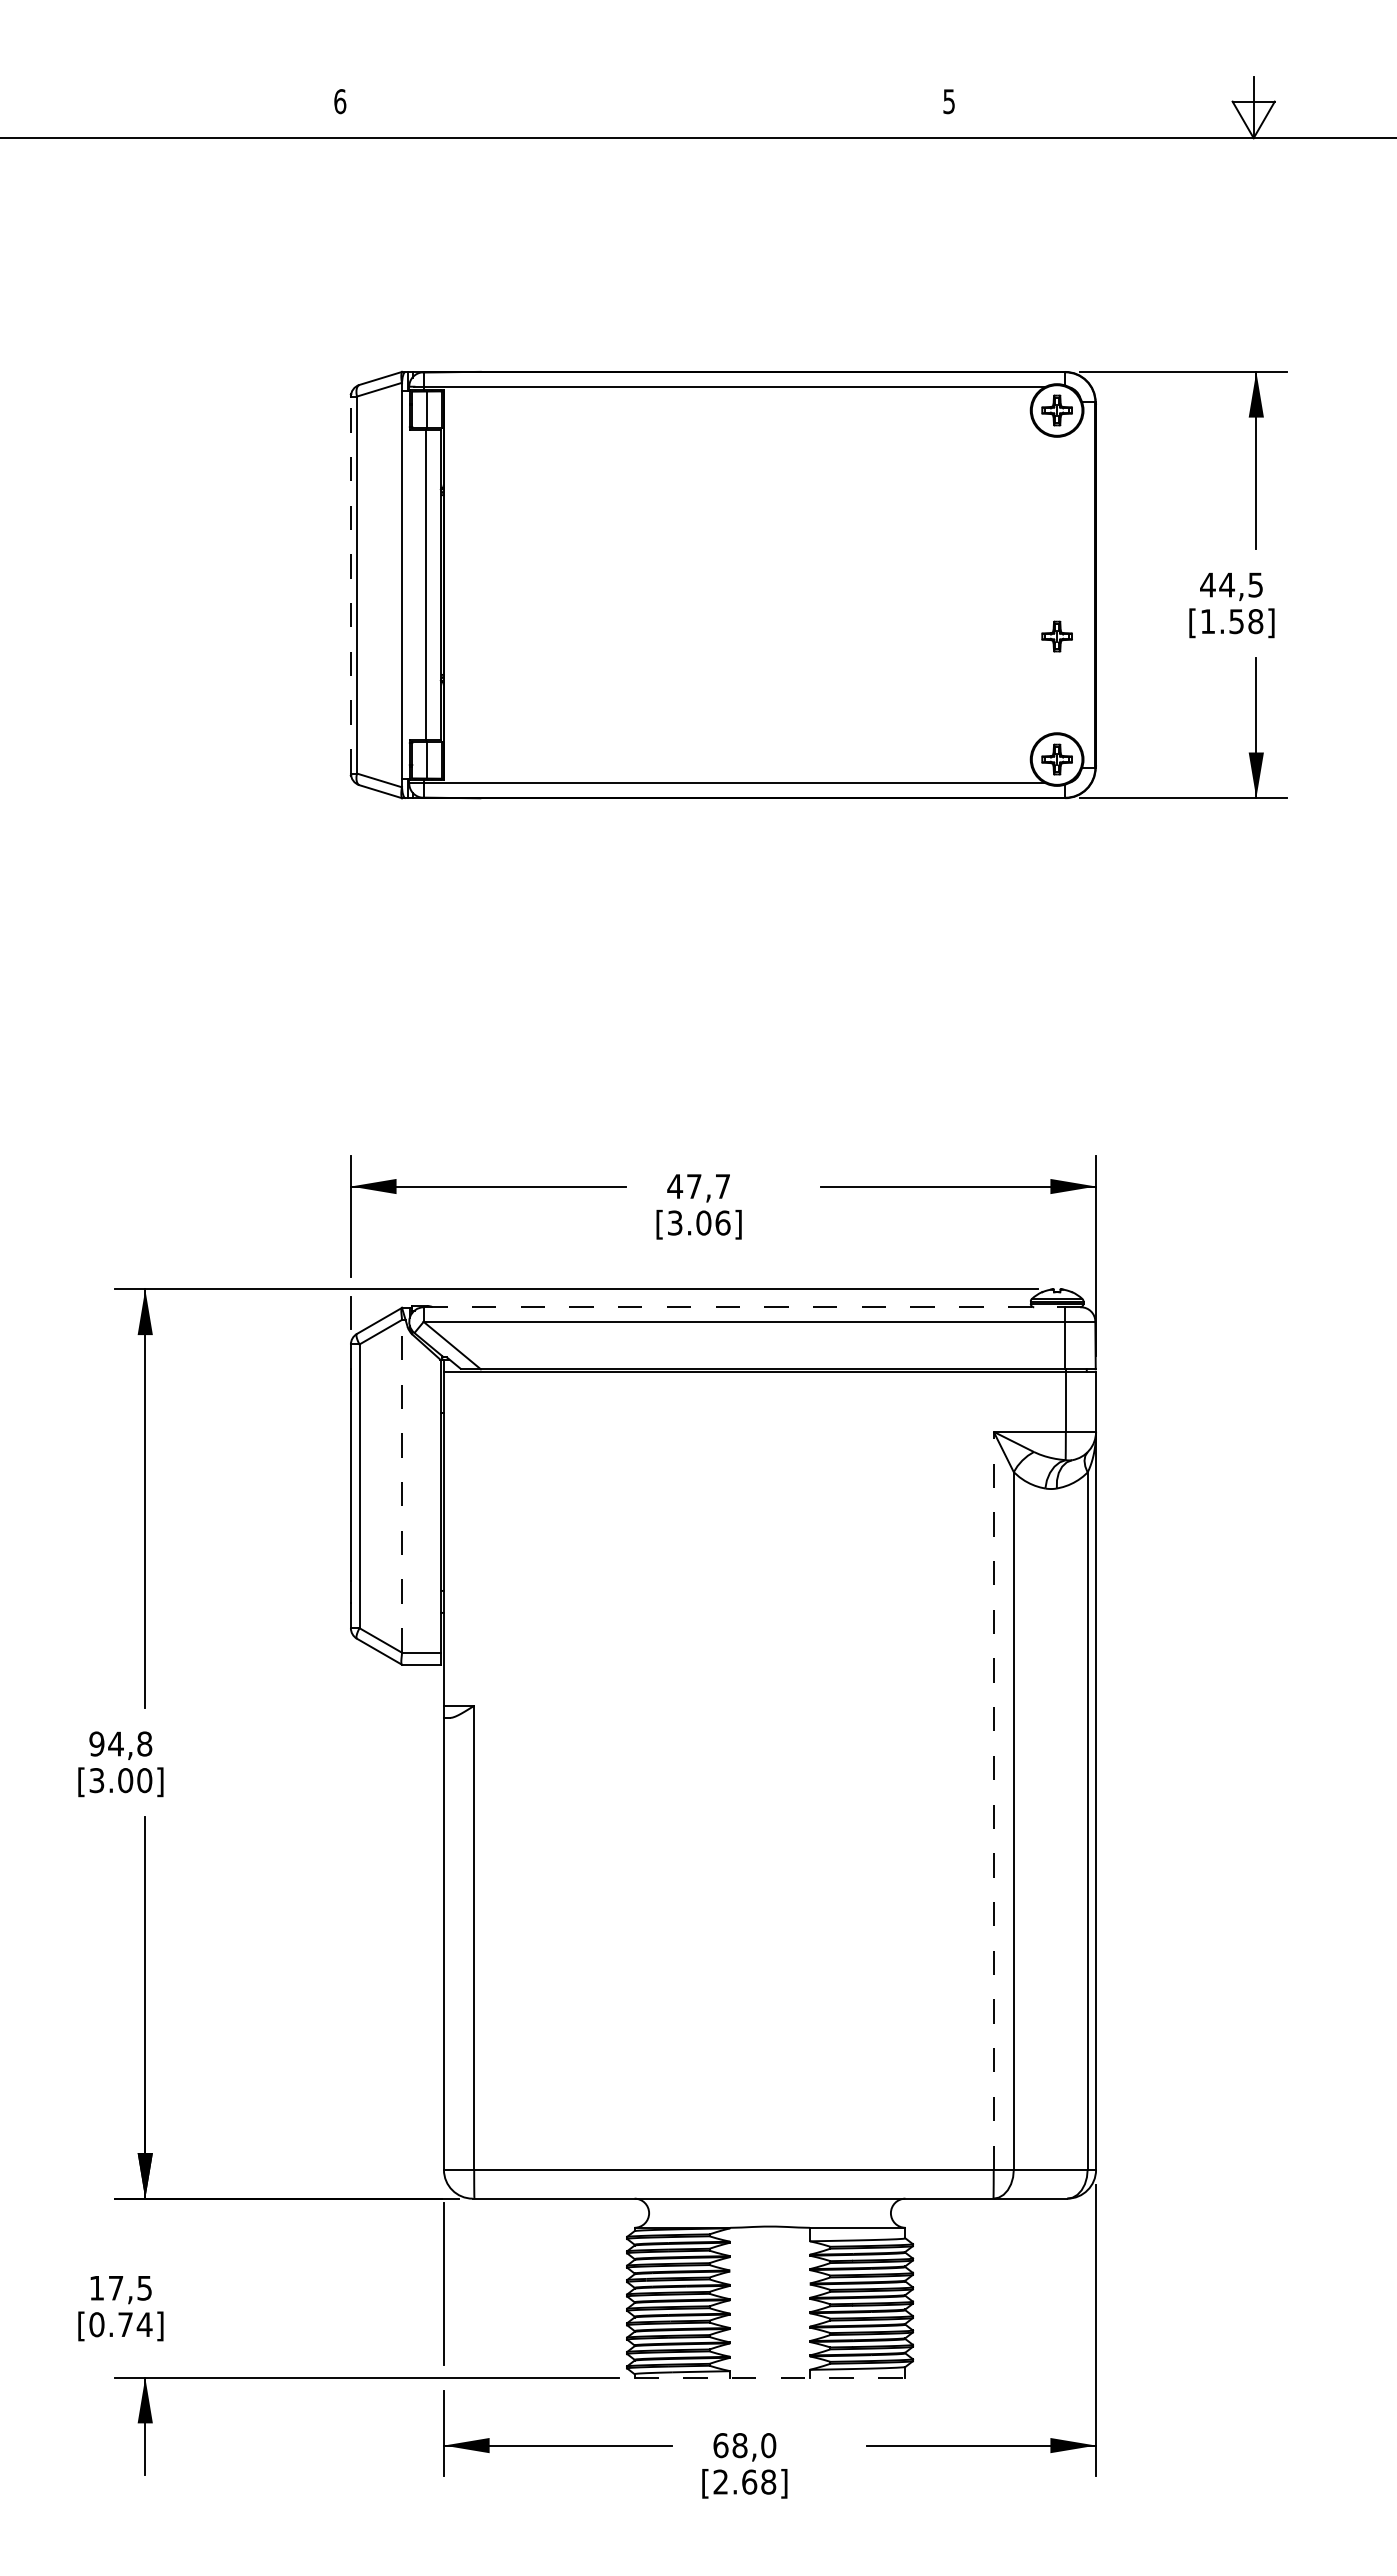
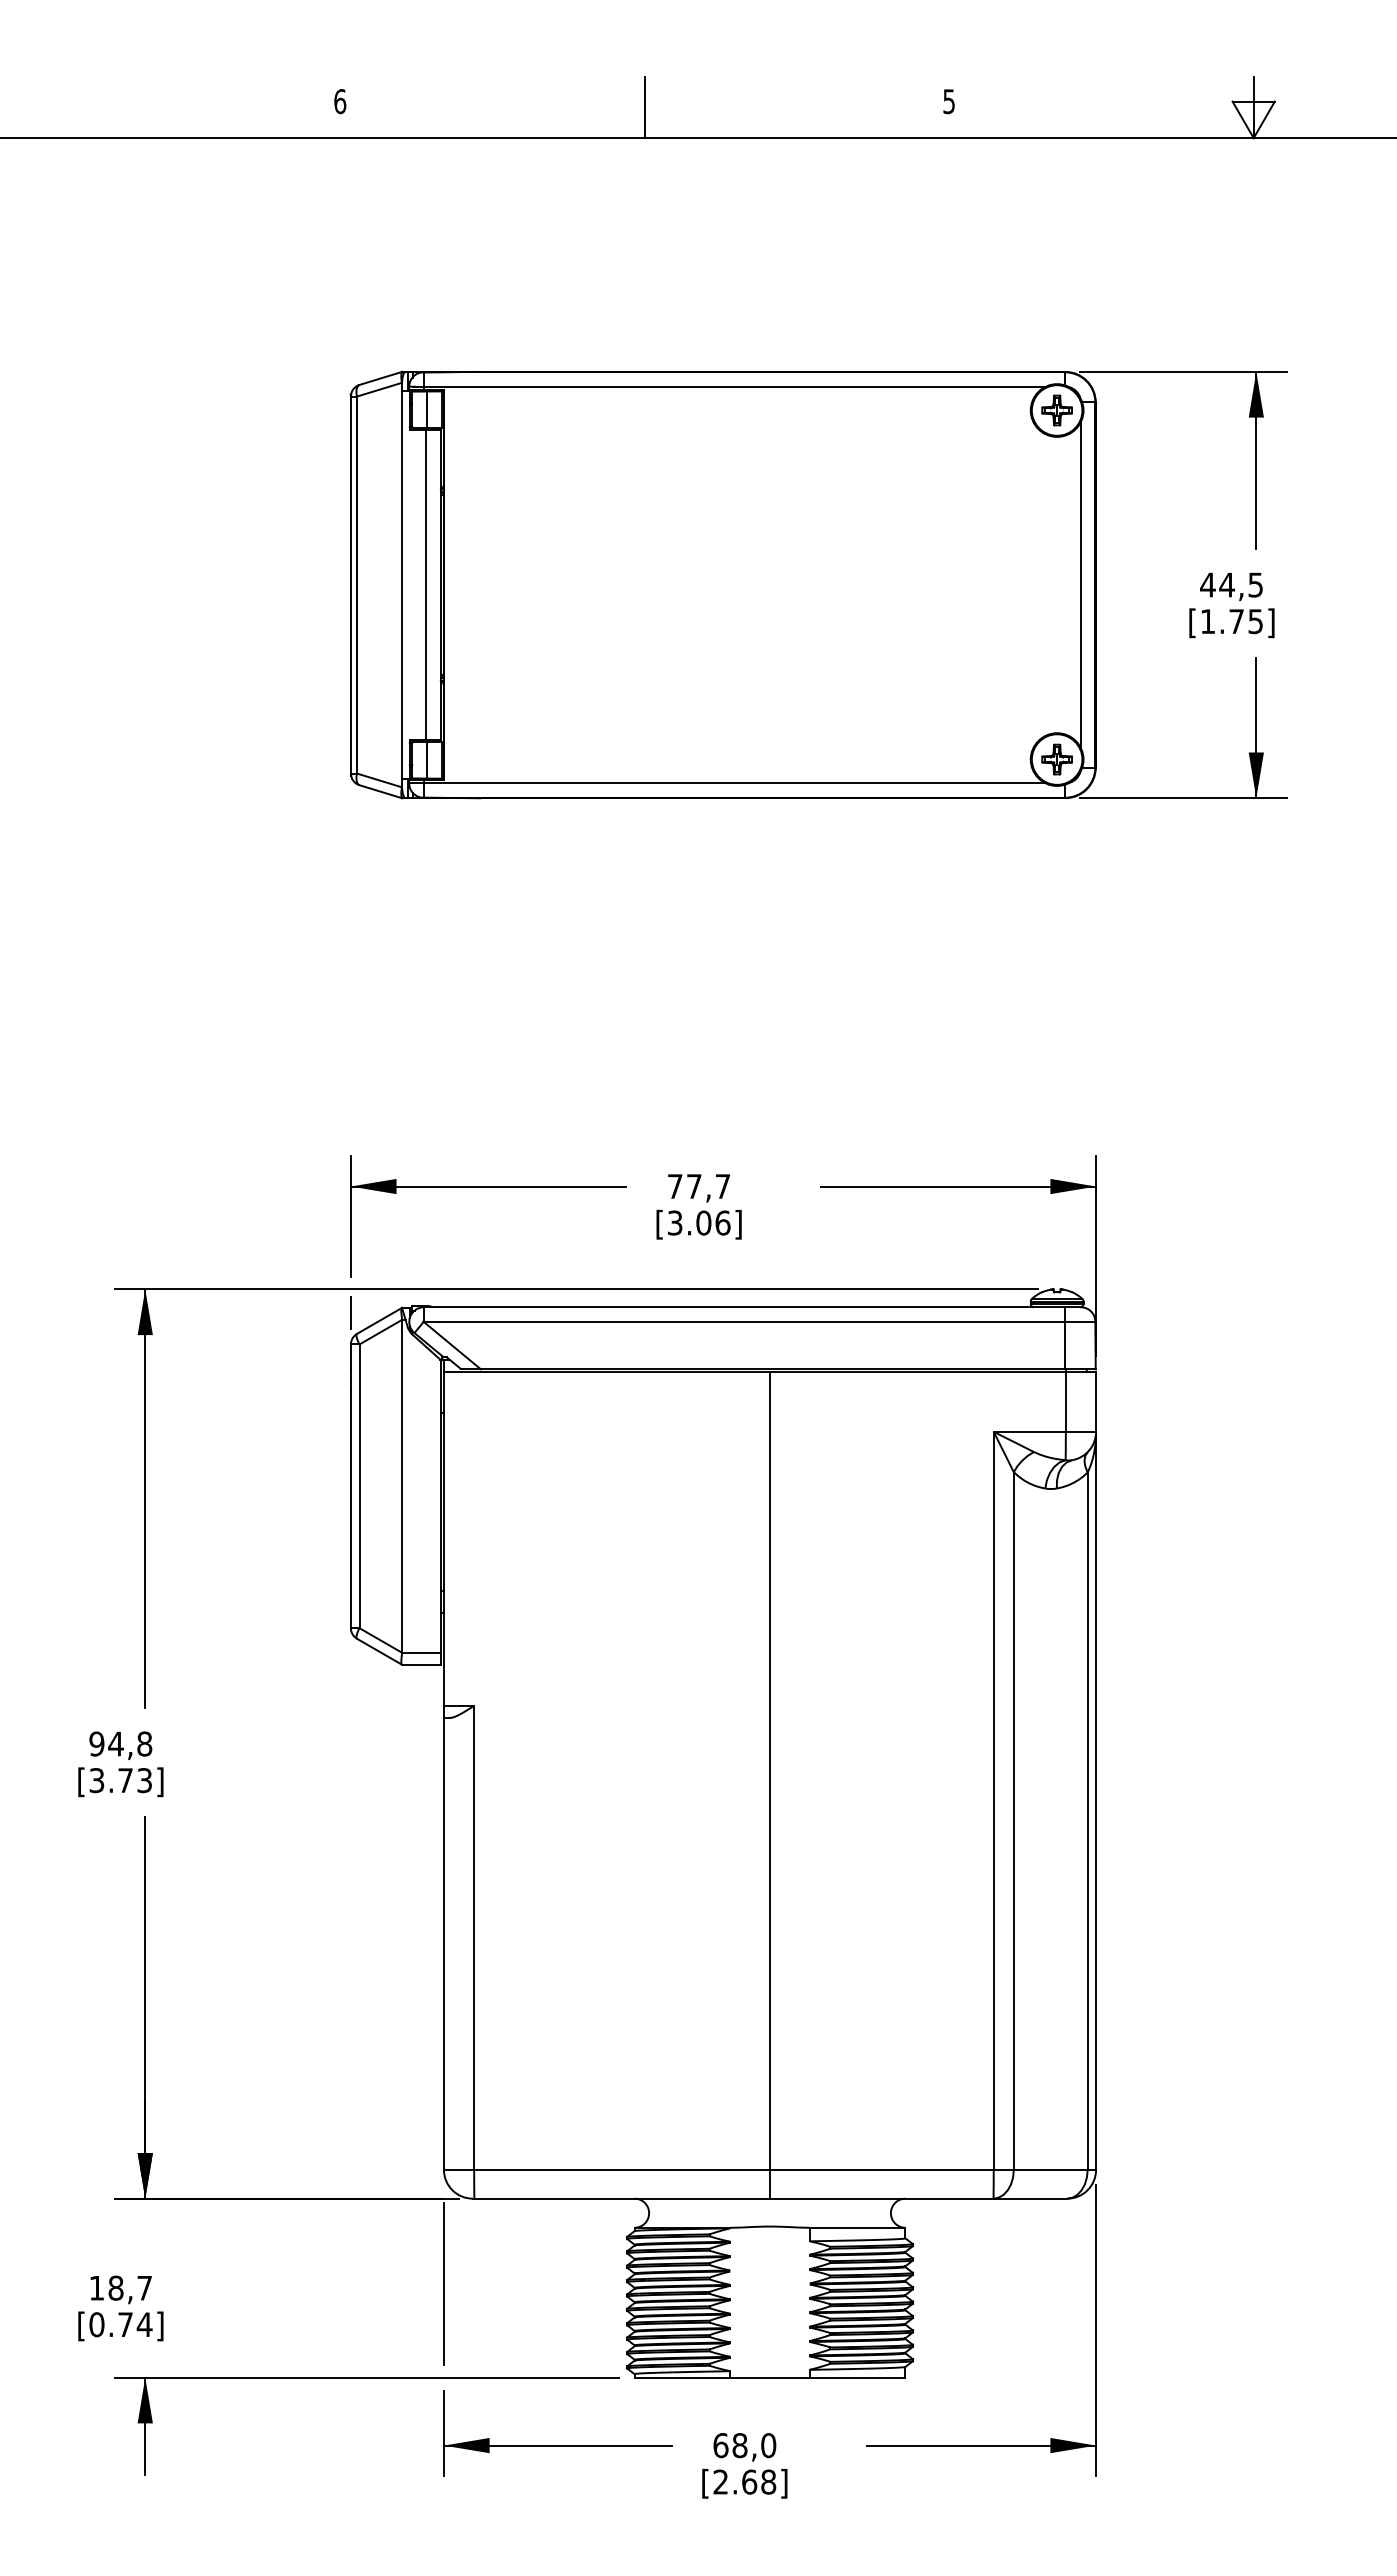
line at (644, 107): none -> present
line at (350, 584): dashed -> solid
line at (1080, 584): none -> present
text at (1246, 621): [1.58] -> [1.75]
part at (1056, 636): present -> none
text at (675, 1186): 47,7 -> 77,7
line at (752, 1307): dashed -> solid
line at (402, 1485): dashed -> solid
text at (135, 1780): [3.00] -> [3.73]
line at (770, 1784): none -> present
line at (993, 1800): dashed -> solid
text at (129, 2287): 17,5 -> 18,7
line at (770, 2377): dashed -> solid
